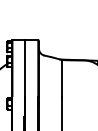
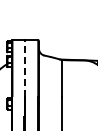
line at (25, 68): solid -> dashed
